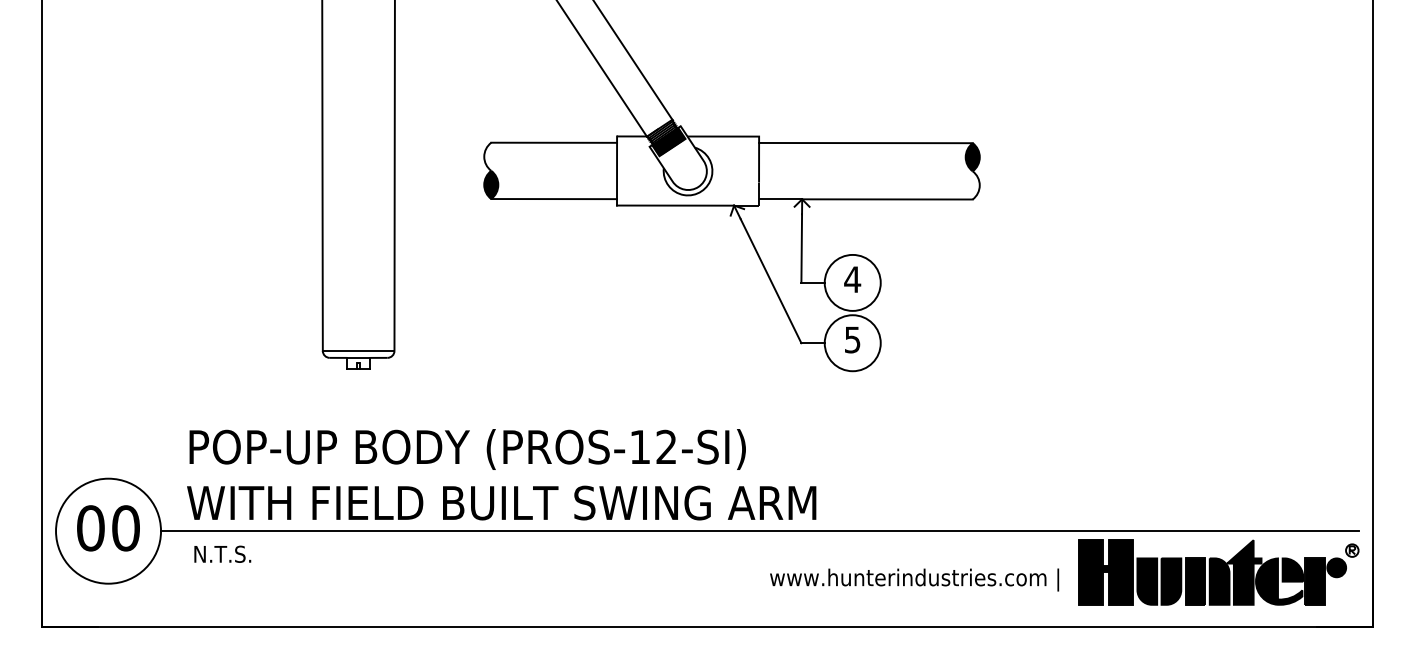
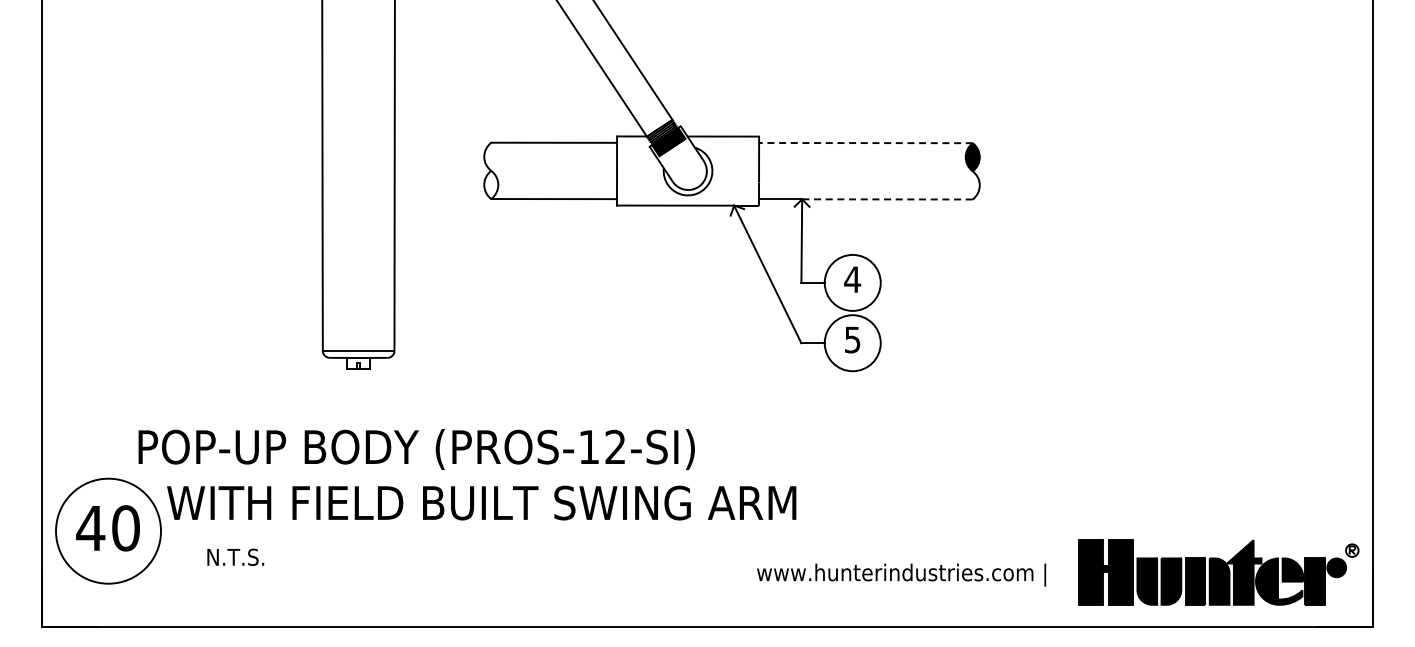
line at (865, 143): solid -> dashed
fill at (491, 184): present -> none
line at (886, 199): solid -> dashed
text at (467, 449) position: (467, 449) -> (416, 449)
text at (501, 502) position: (501, 502) -> (481, 502)
text at (90, 528): 00 -> 40
line at (760, 531): present -> none
text at (222, 553) position: (222, 553) -> (235, 556)
text at (914, 579) position: (914, 579) -> (901, 574)
